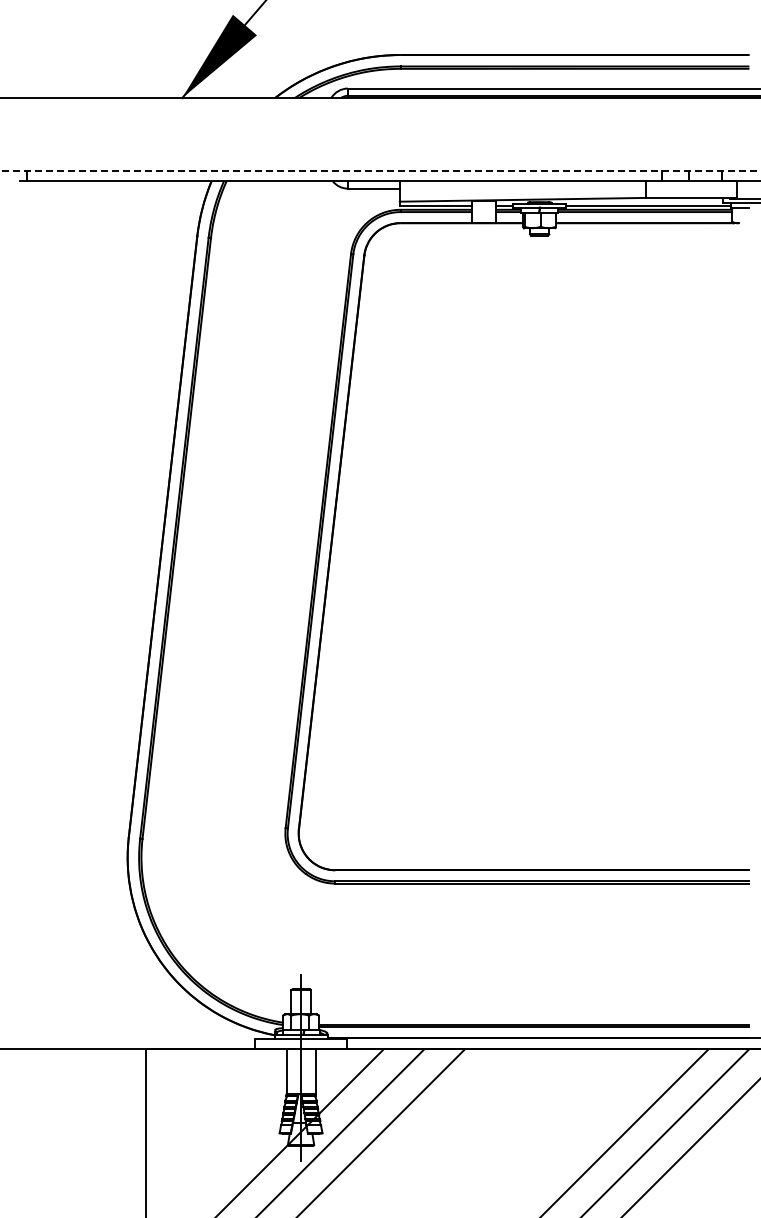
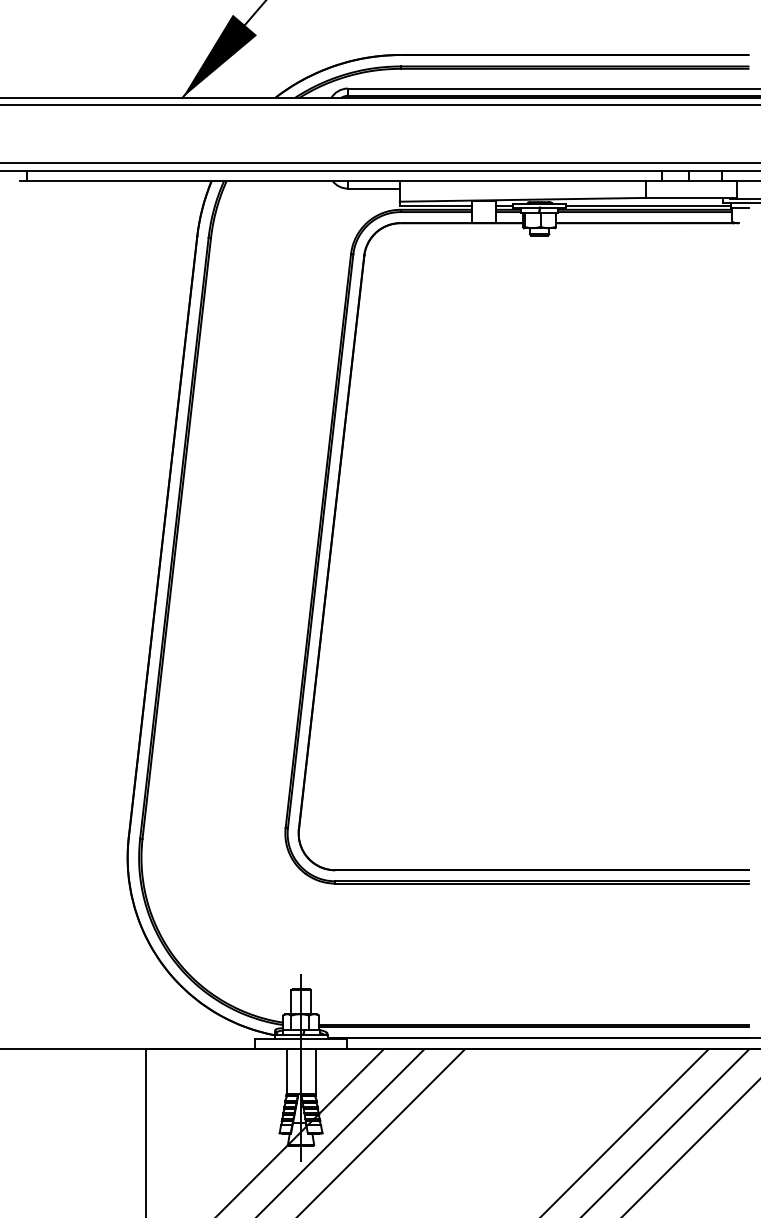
line at (379, 105): none -> present
line at (379, 163): none -> present
line at (380, 170): dashed -> solid
